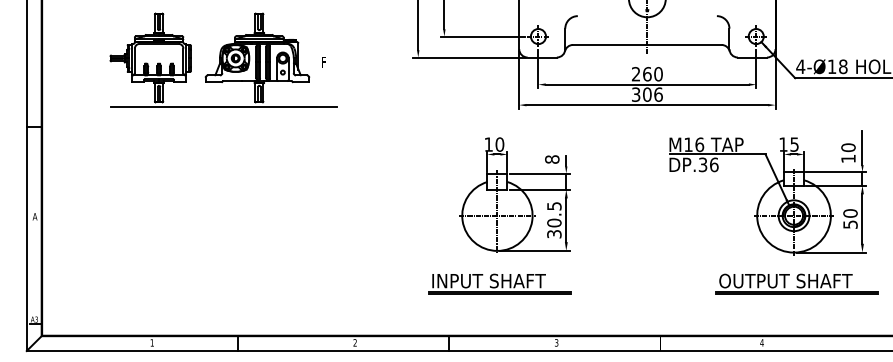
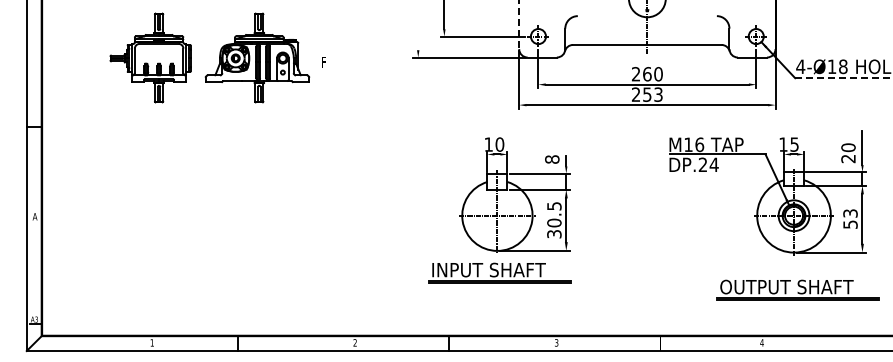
line at (519, 25): solid -> dashed
line at (418, 26): present -> none
line at (844, 78): solid -> dashed
text at (647, 94): 306 -> 253
line at (223, 107): present -> none
text at (848, 159): 10 -> 20
text at (708, 164): DP.36 -> DP.24
text at (850, 213): 50 -> 53
part at (499, 283) position: (499, 283) -> (499, 272)
part at (796, 283) position: (796, 283) -> (797, 289)
